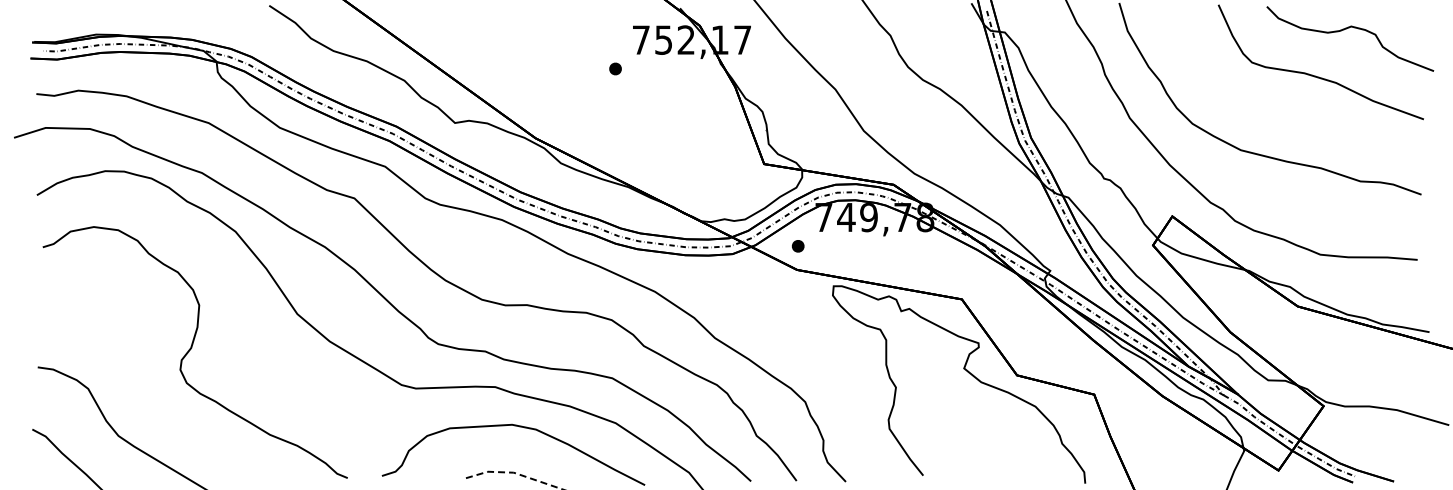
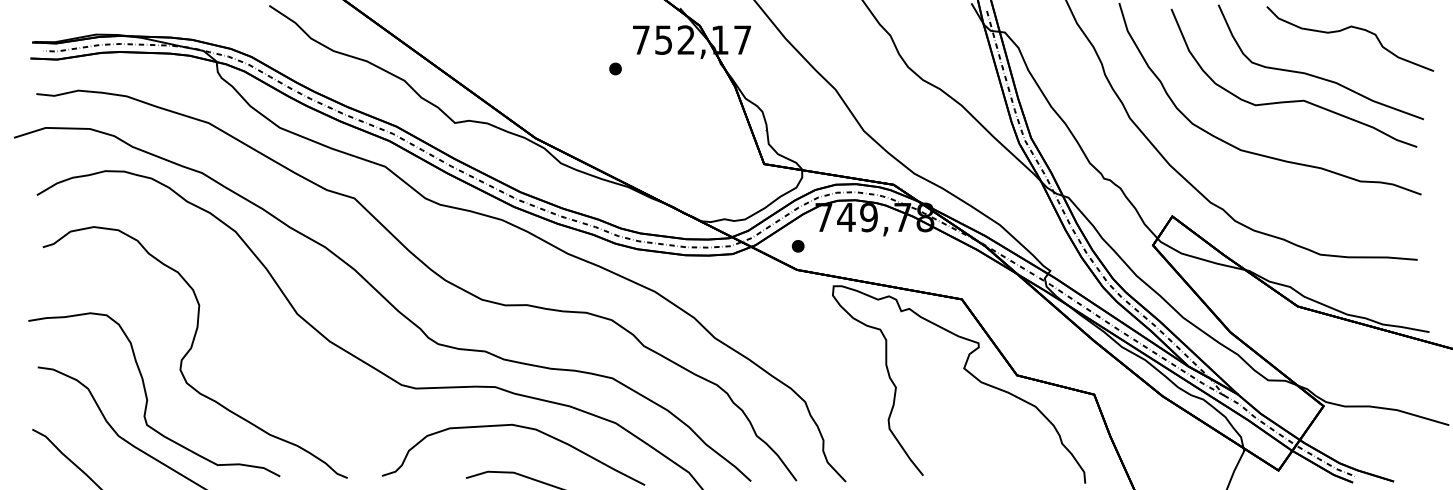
curve at (1293, 100): none -> present
curve at (147, 395): none -> present
line at (514, 473): dashed -> solid
